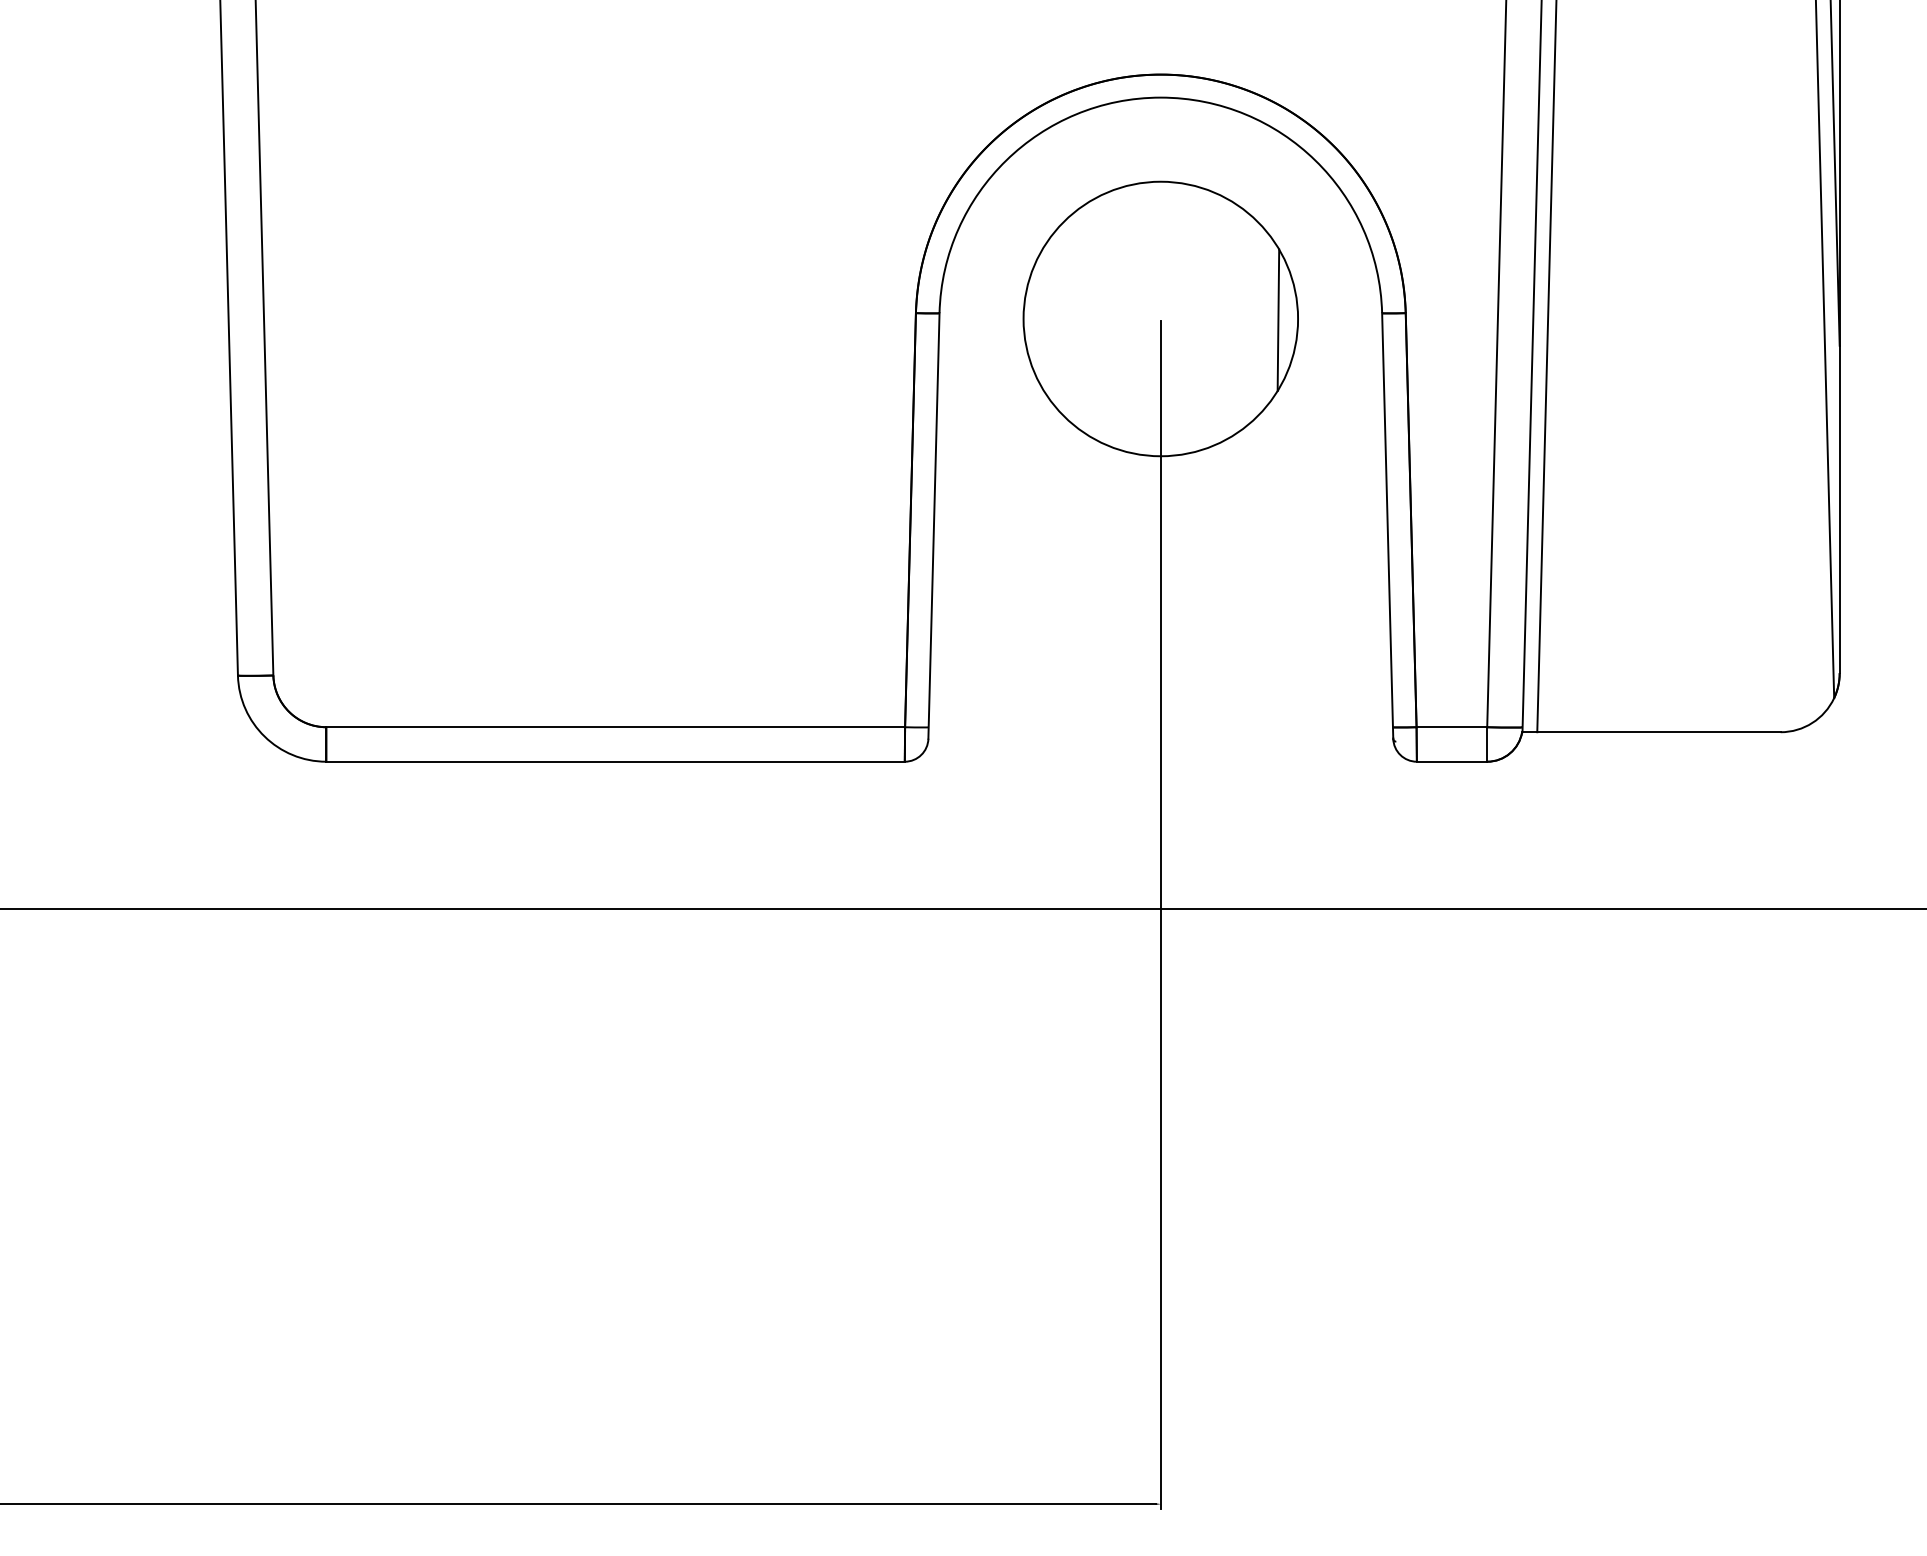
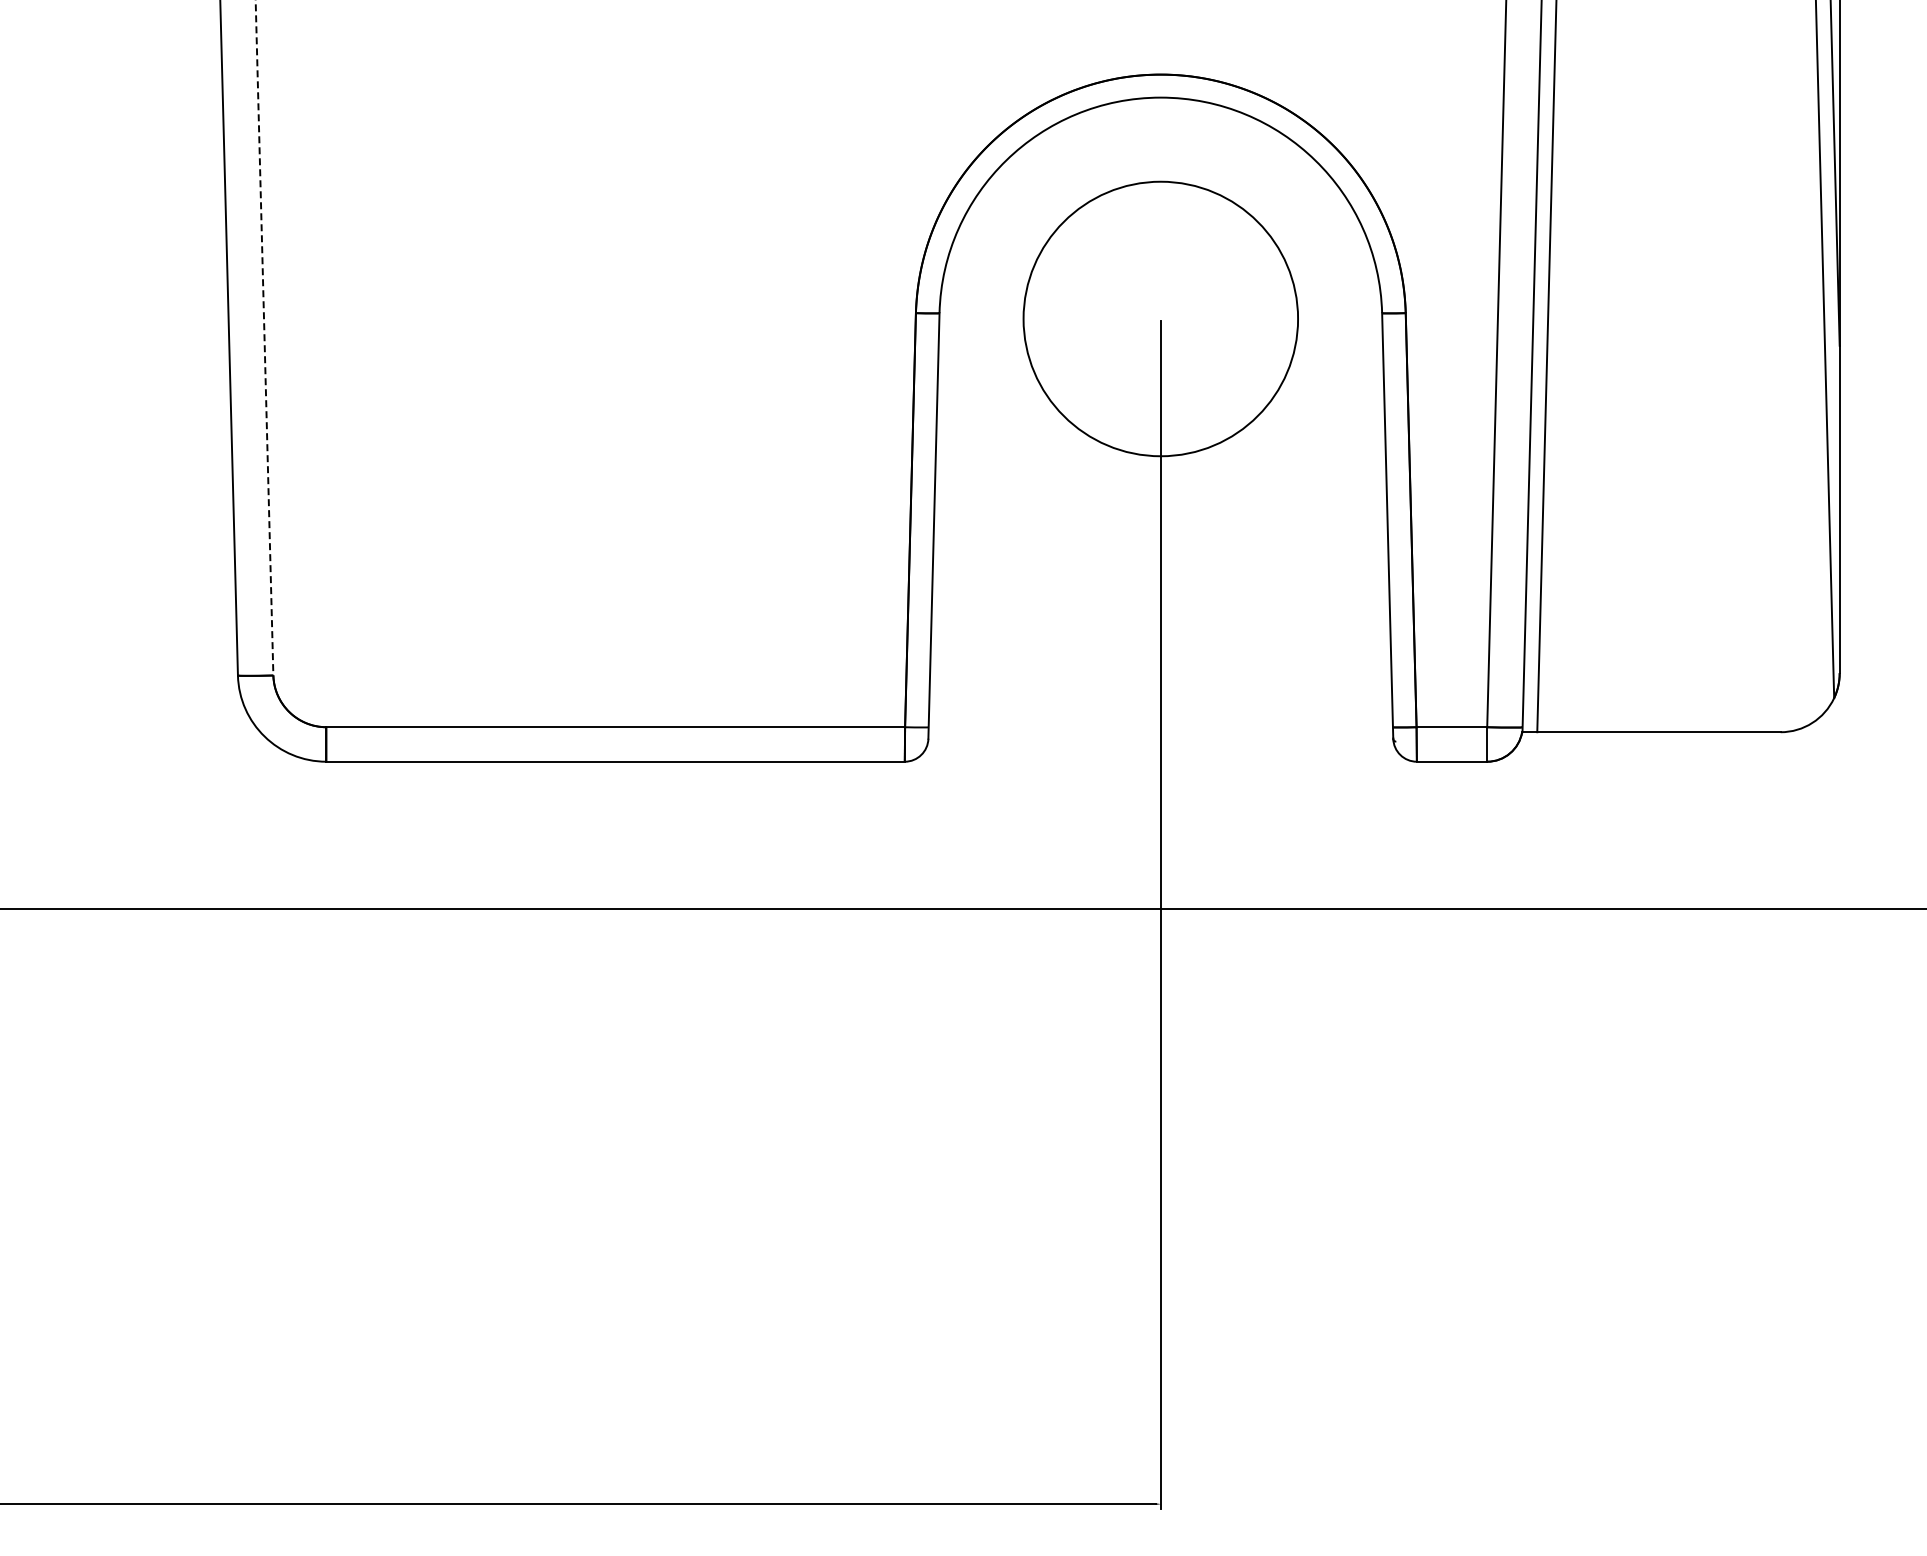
line at (1278, 320): present -> none
line at (264, 337): solid -> dashed
